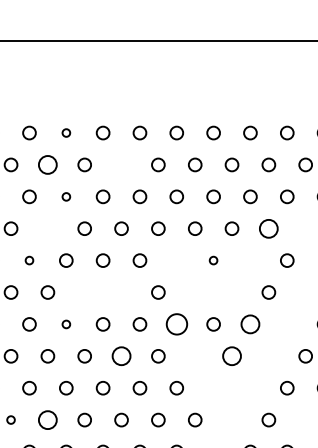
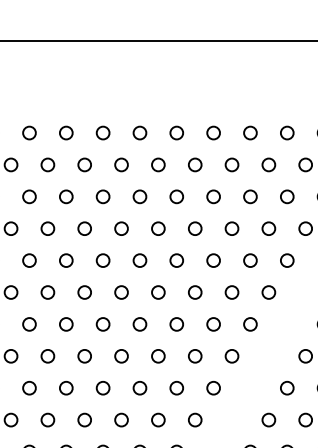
circle at (66, 132) size: 11x10 px -> 15x16 px
circle at (47, 164) size: 20x20 px -> 16x16 px
circle at (121, 164): none -> present
circle at (66, 196) size: 11x10 px -> 15x16 px
circle at (47, 228): none -> present
circle at (268, 228) size: 20x20 px -> 16x15 px
circle at (305, 228): none -> present
circle at (29, 260) size: 11x11 px -> 15x15 px
circle at (176, 260): none -> present
circle at (213, 260) size: 11x11 px -> 15x15 px
circle at (250, 260): none -> present
circle at (84, 292): none -> present
circle at (121, 292): none -> present
circle at (195, 292): none -> present
circle at (231, 292): none -> present
circle at (66, 324) size: 11x11 px -> 15x15 px
circle at (176, 324) size: 24x23 px -> 15x15 px
circle at (250, 324) size: 21x21 px -> 15x15 px
circle at (121, 355) size: 21x20 px -> 15x15 px
circle at (231, 355) size: 20x20 px -> 16x15 px
circle at (195, 356): none -> present
circle at (213, 388): none -> present
circle at (10, 419) size: 10x10 px -> 16x16 px
circle at (47, 419) size: 20x20 px -> 16x16 px
circle at (305, 419): none -> present
